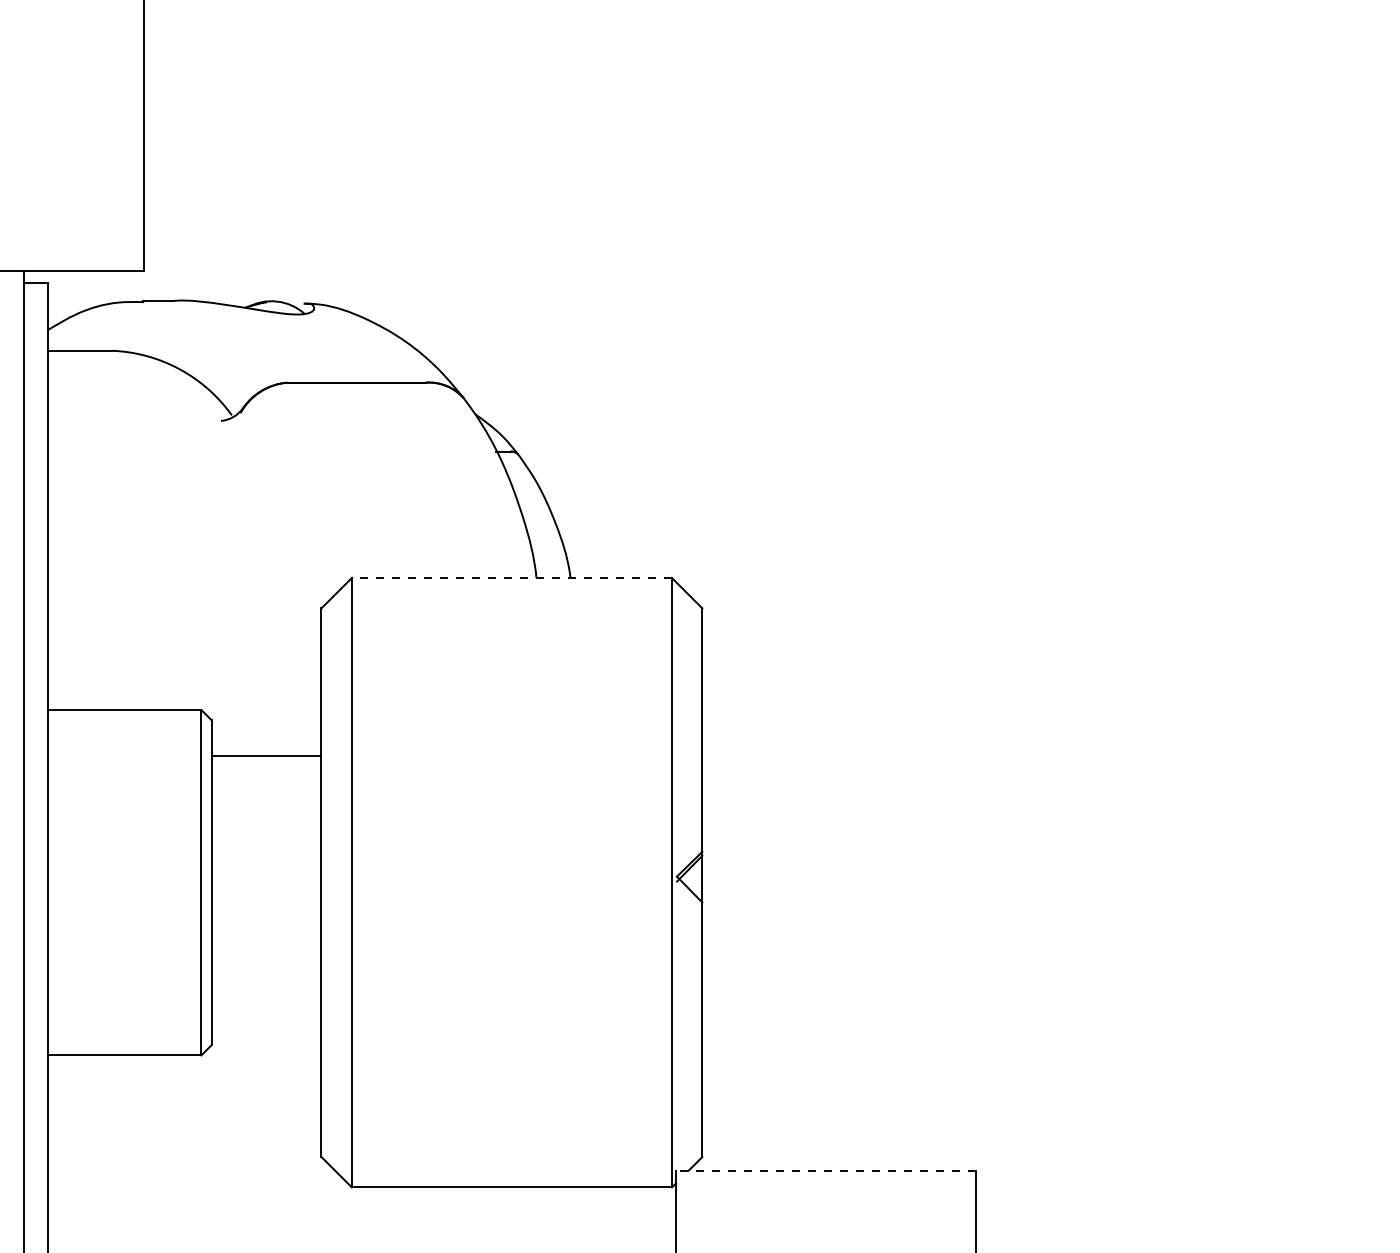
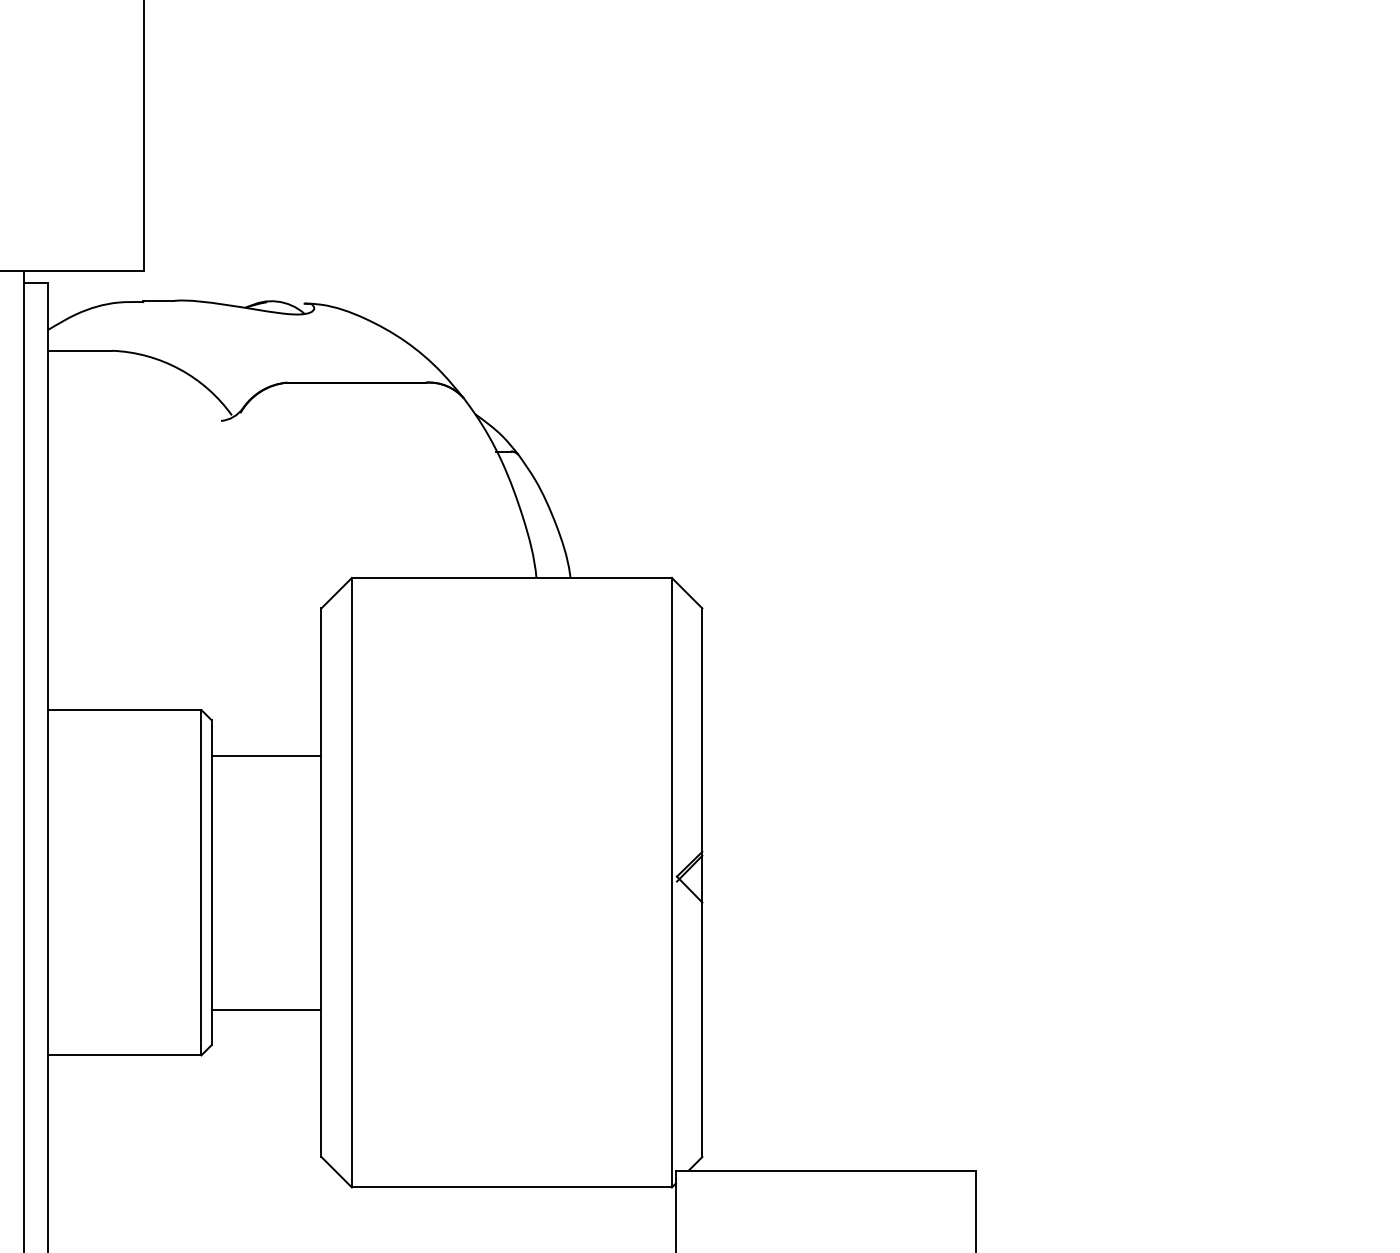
line at (511, 577): dashed -> solid
line at (266, 1009): none -> present
line at (825, 1170): dashed -> solid
